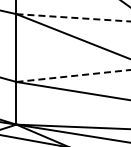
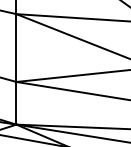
line at (73, 17): dashed -> solid
line at (73, 75): dashed -> solid
